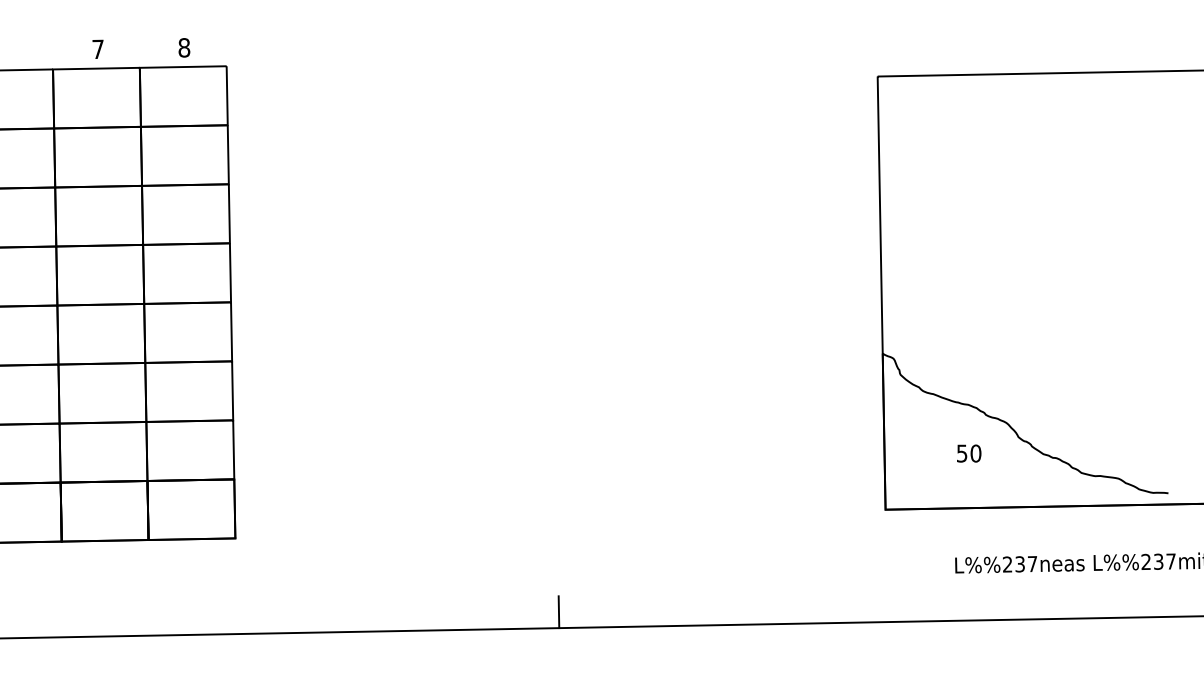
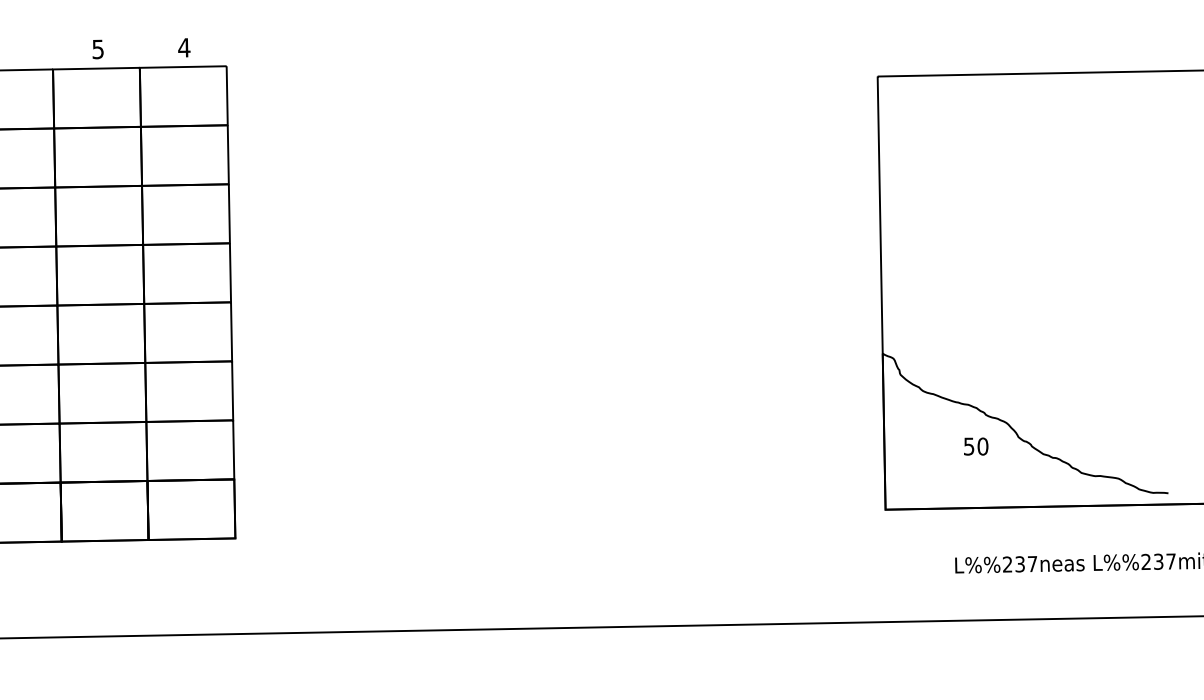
text at (184, 47): 8 -> 4
text at (97, 49): 7 -> 5
text at (969, 453) position: (969, 453) -> (976, 446)
line at (558, 612): present -> none
